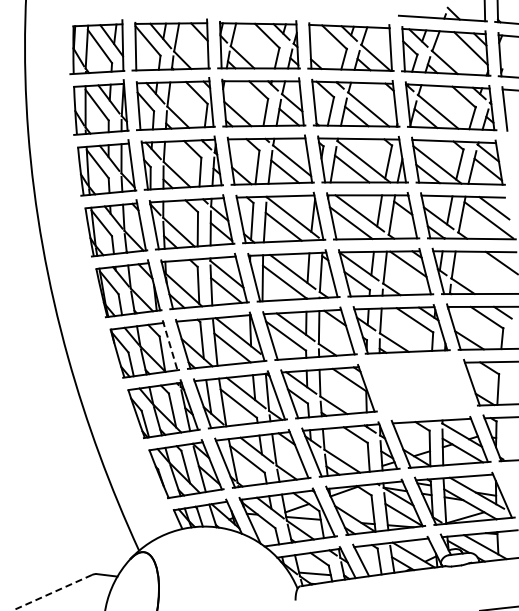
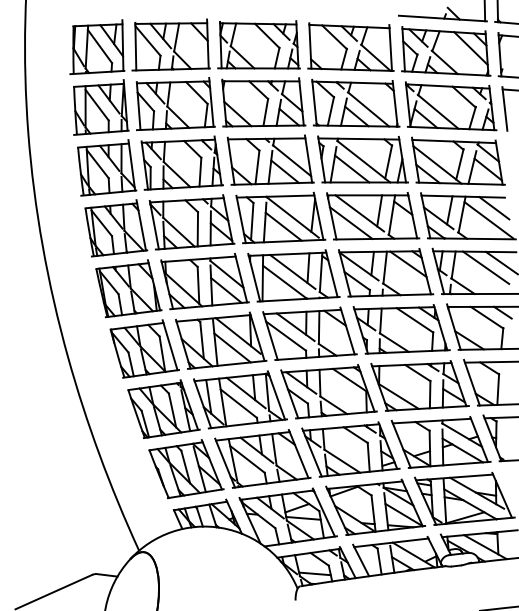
line at (486, 267): none -> present
line at (170, 345): dashed -> solid
part at (419, 385): none -> present
line at (53, 592): dashed -> solid
